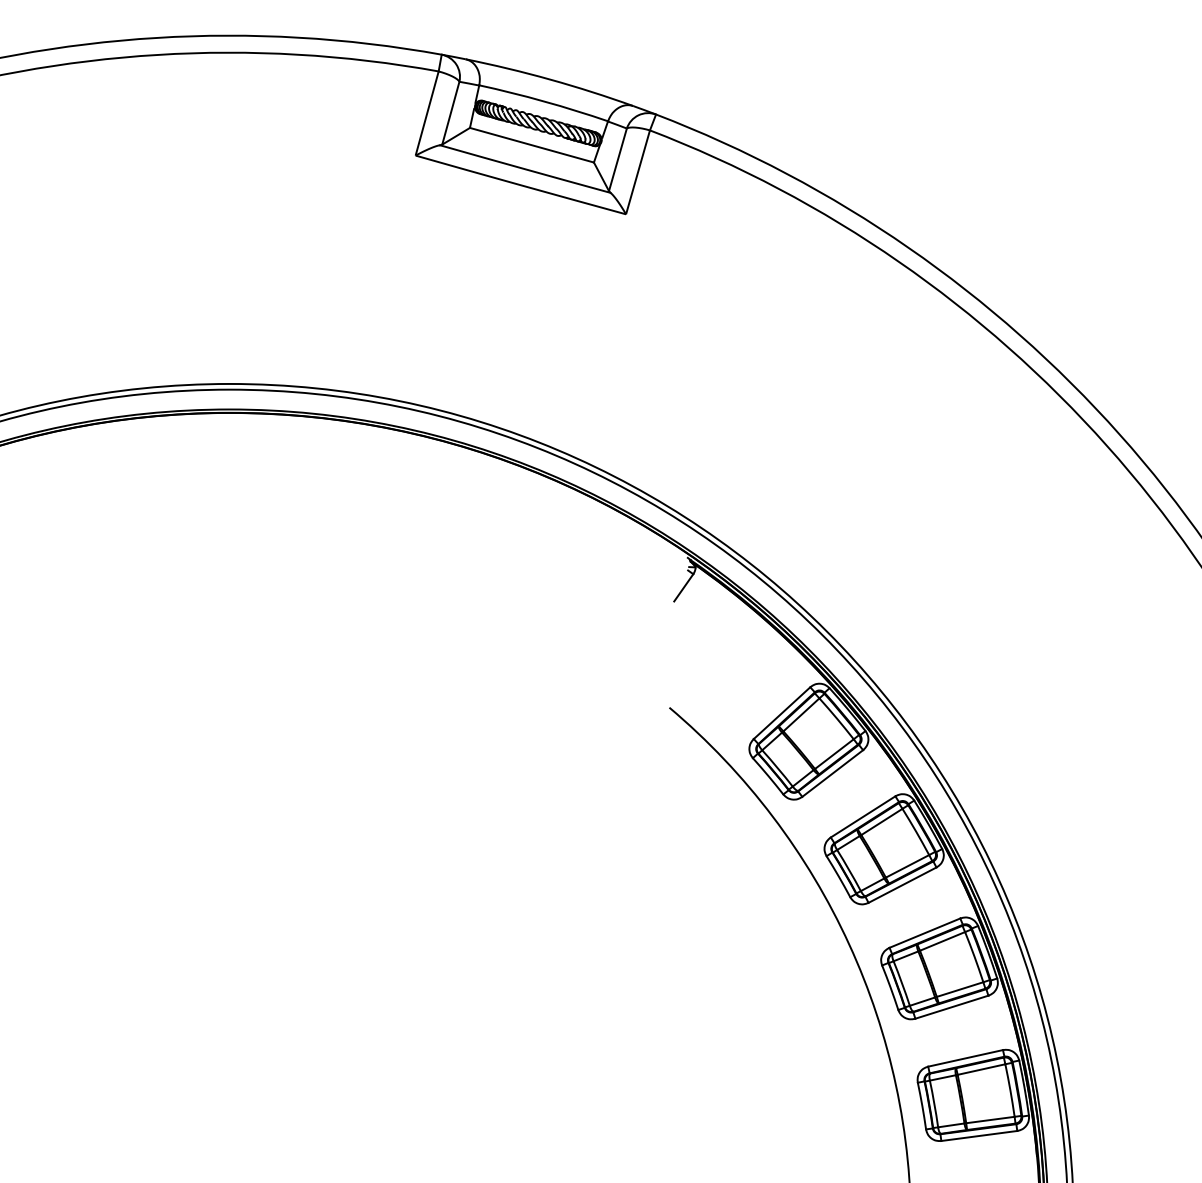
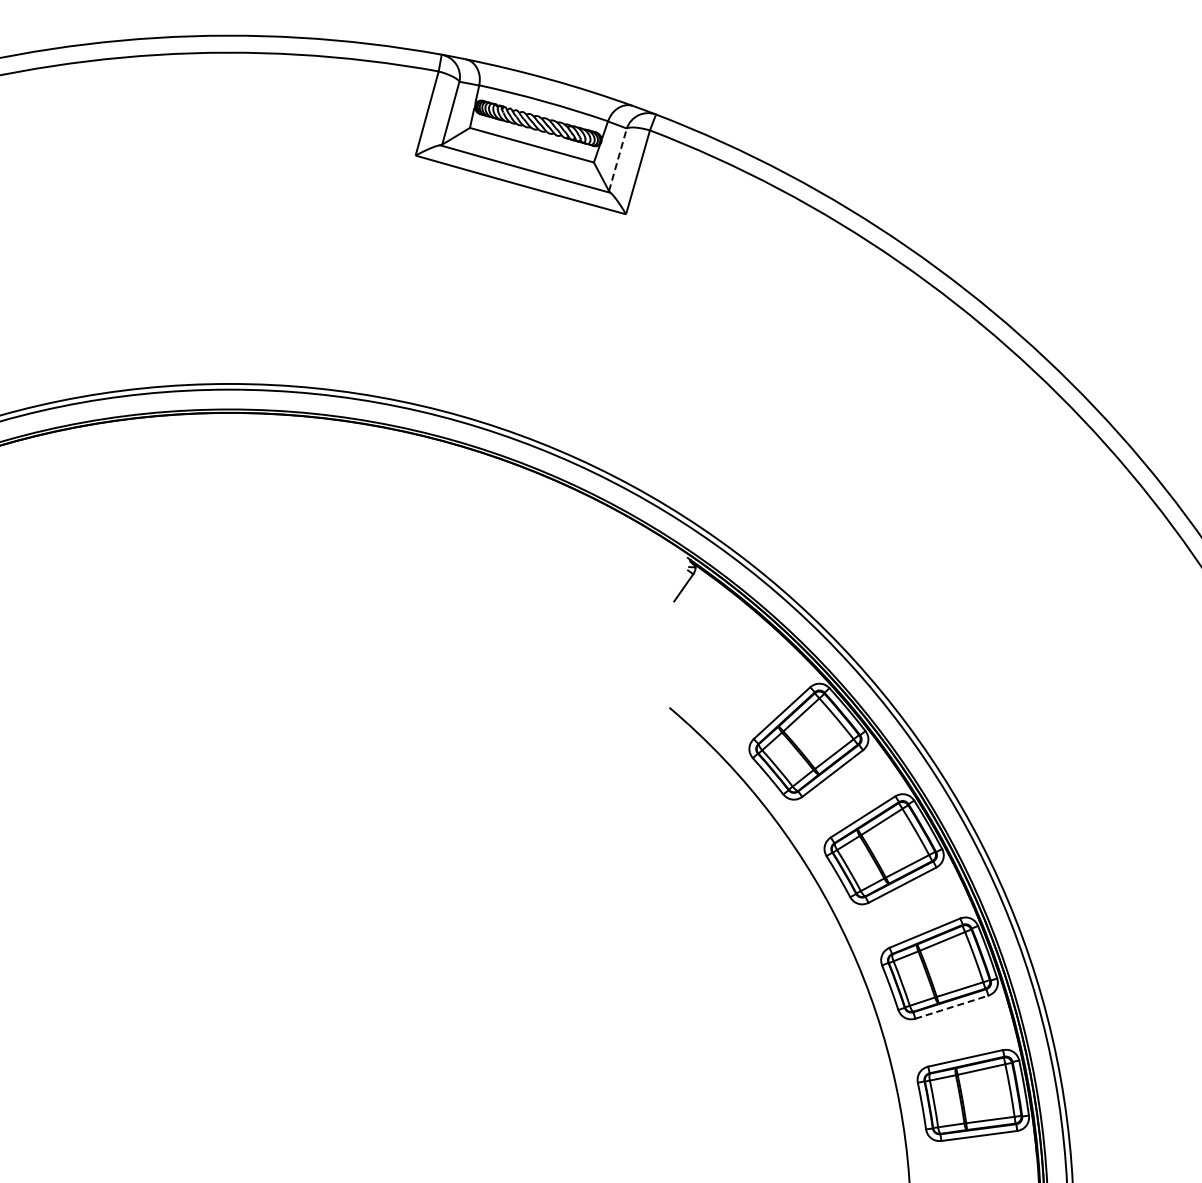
line at (618, 158): solid -> dashed
line at (952, 1007): solid -> dashed
